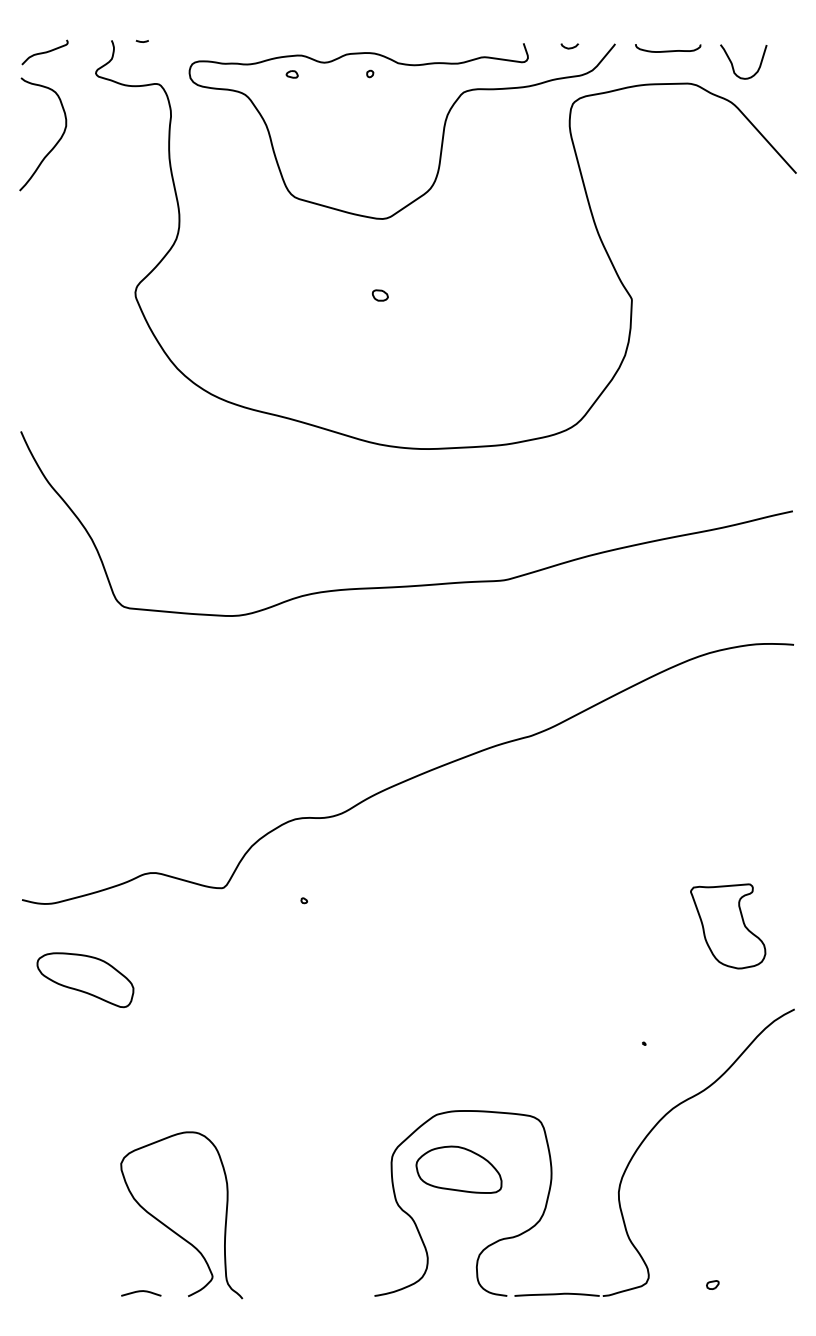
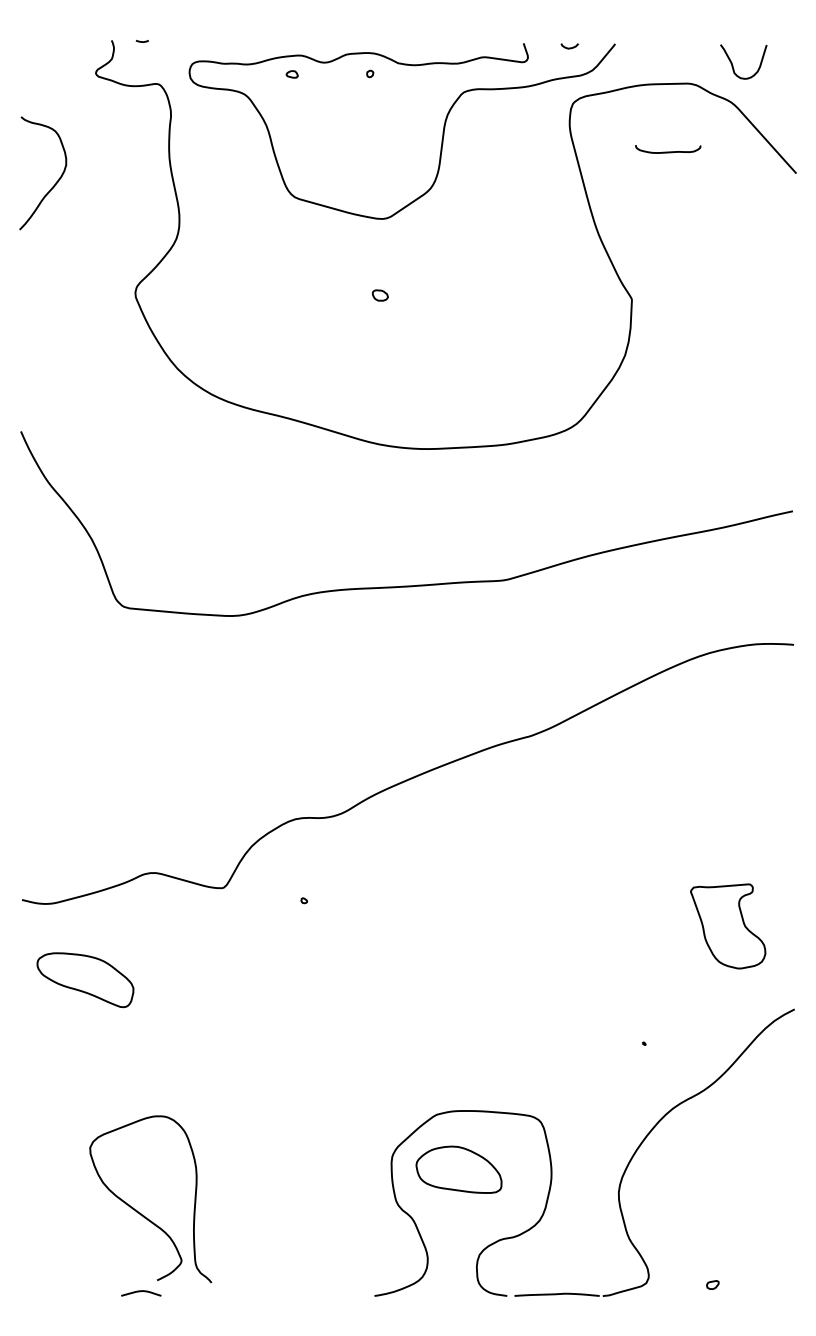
curve at (668, 50) position: (668, 50) -> (668, 151)
curve at (44, 52): present -> none
curve at (55, 143) position: (55, 143) -> (55, 182)
curve at (171, 1228) position: (171, 1228) -> (140, 1212)
